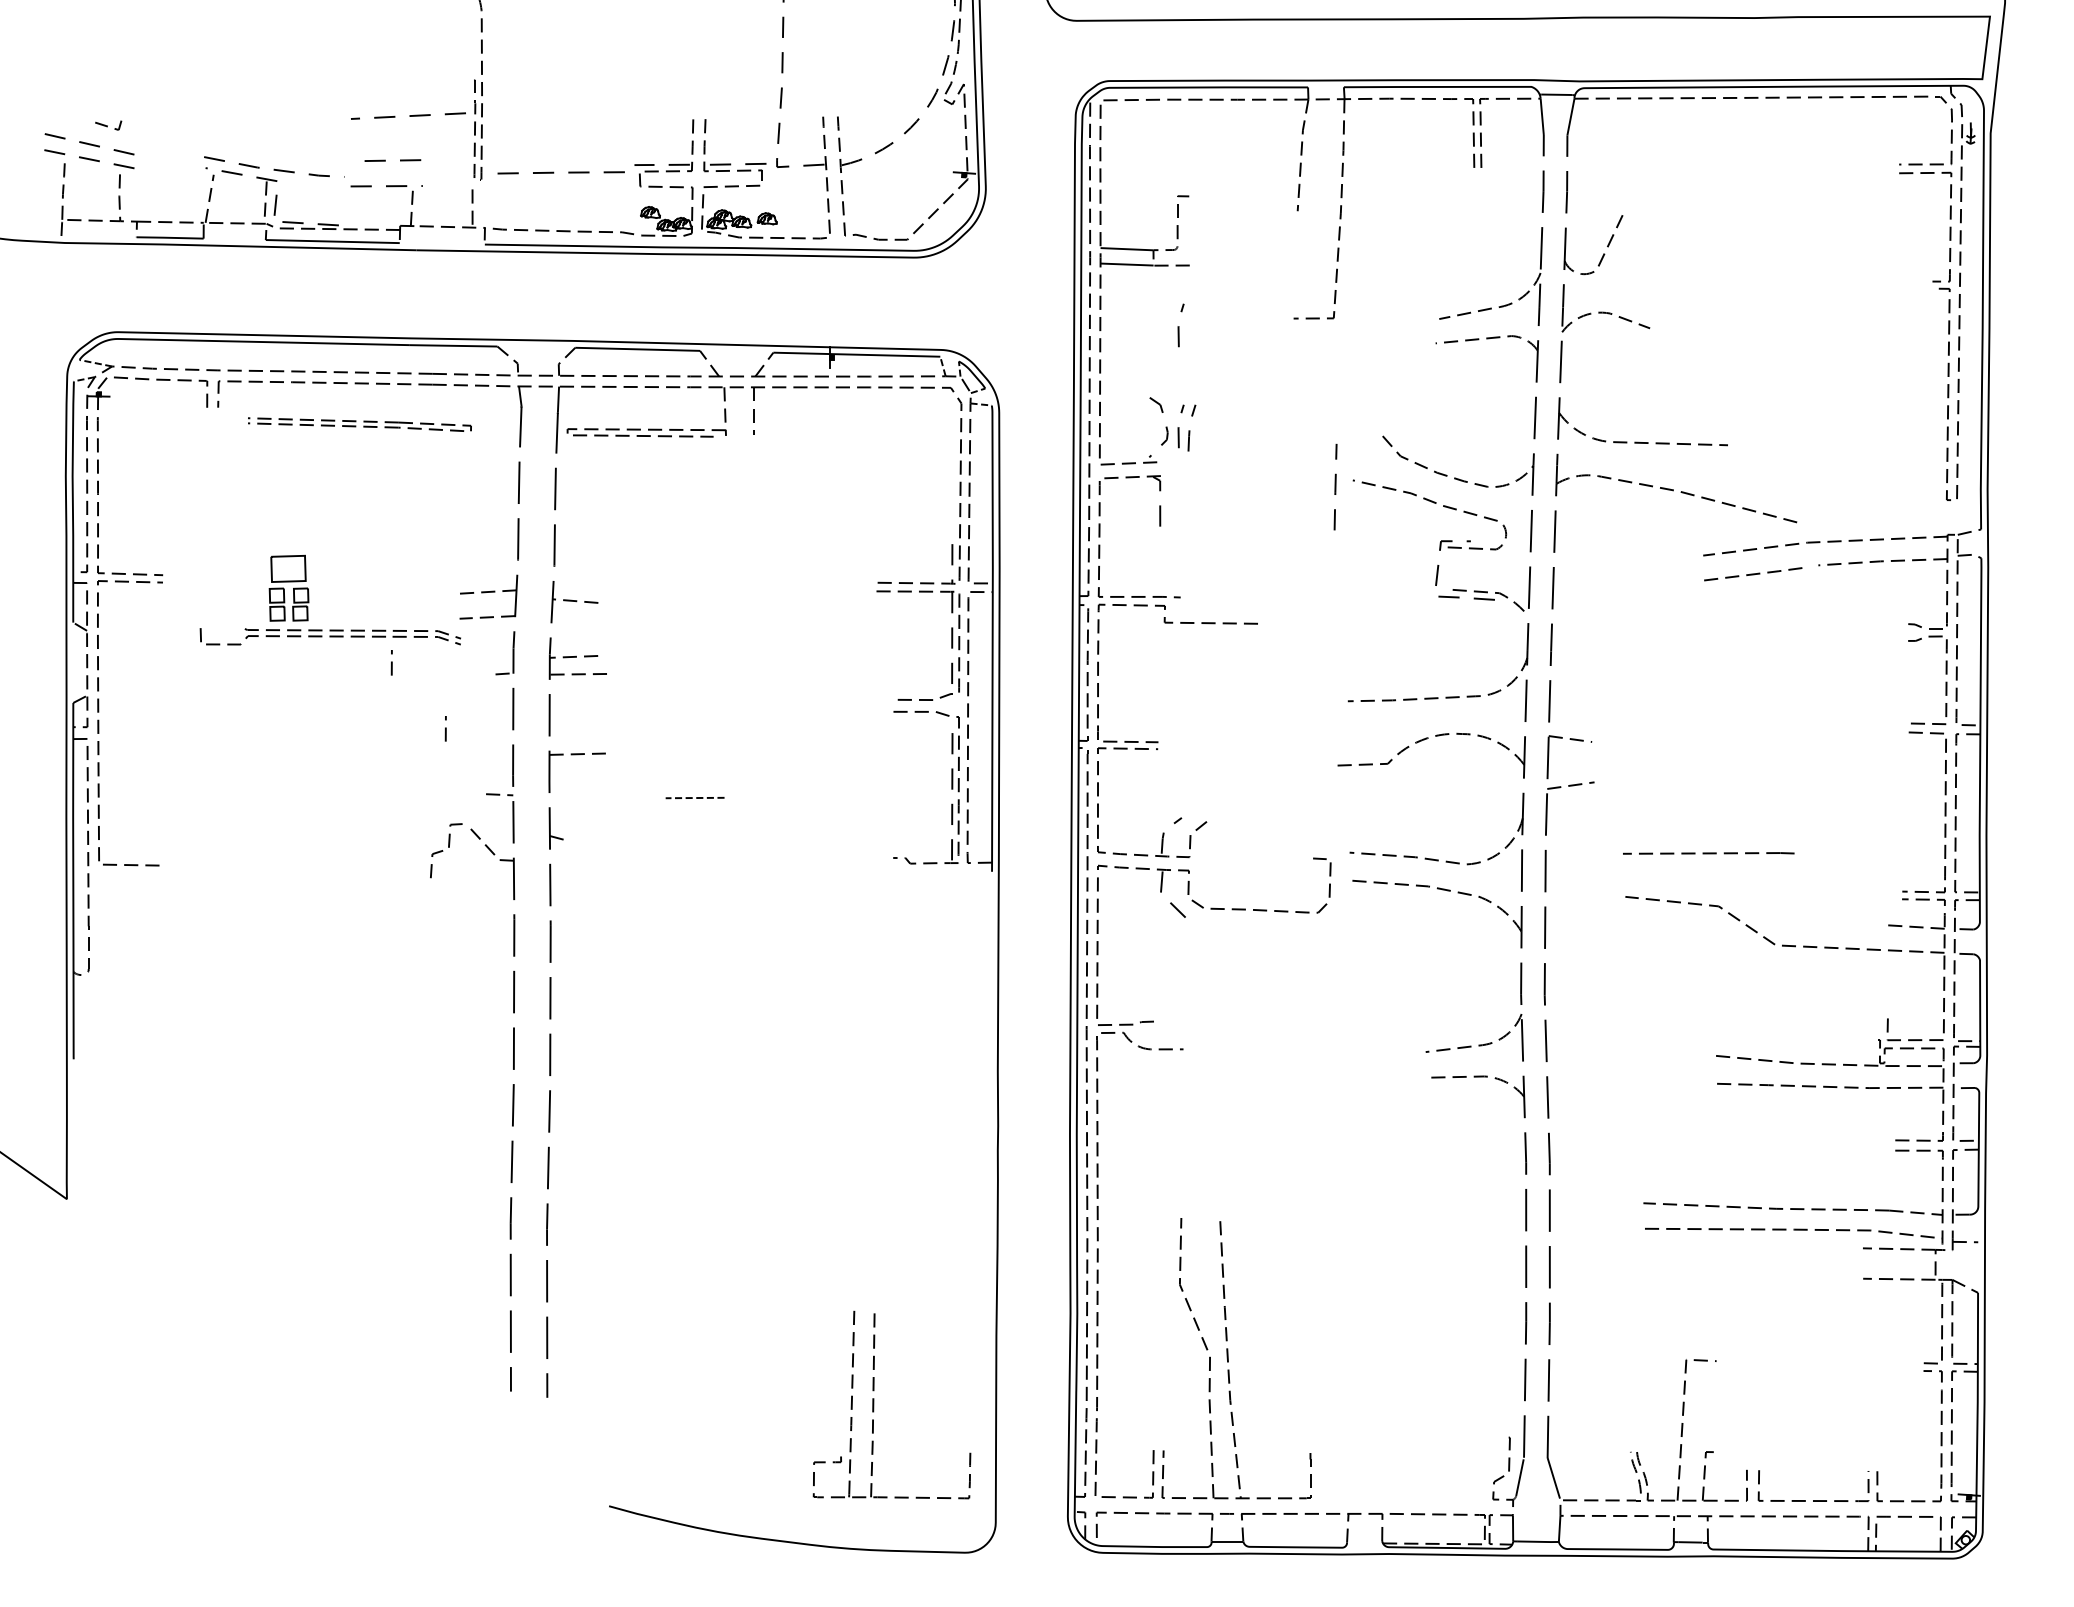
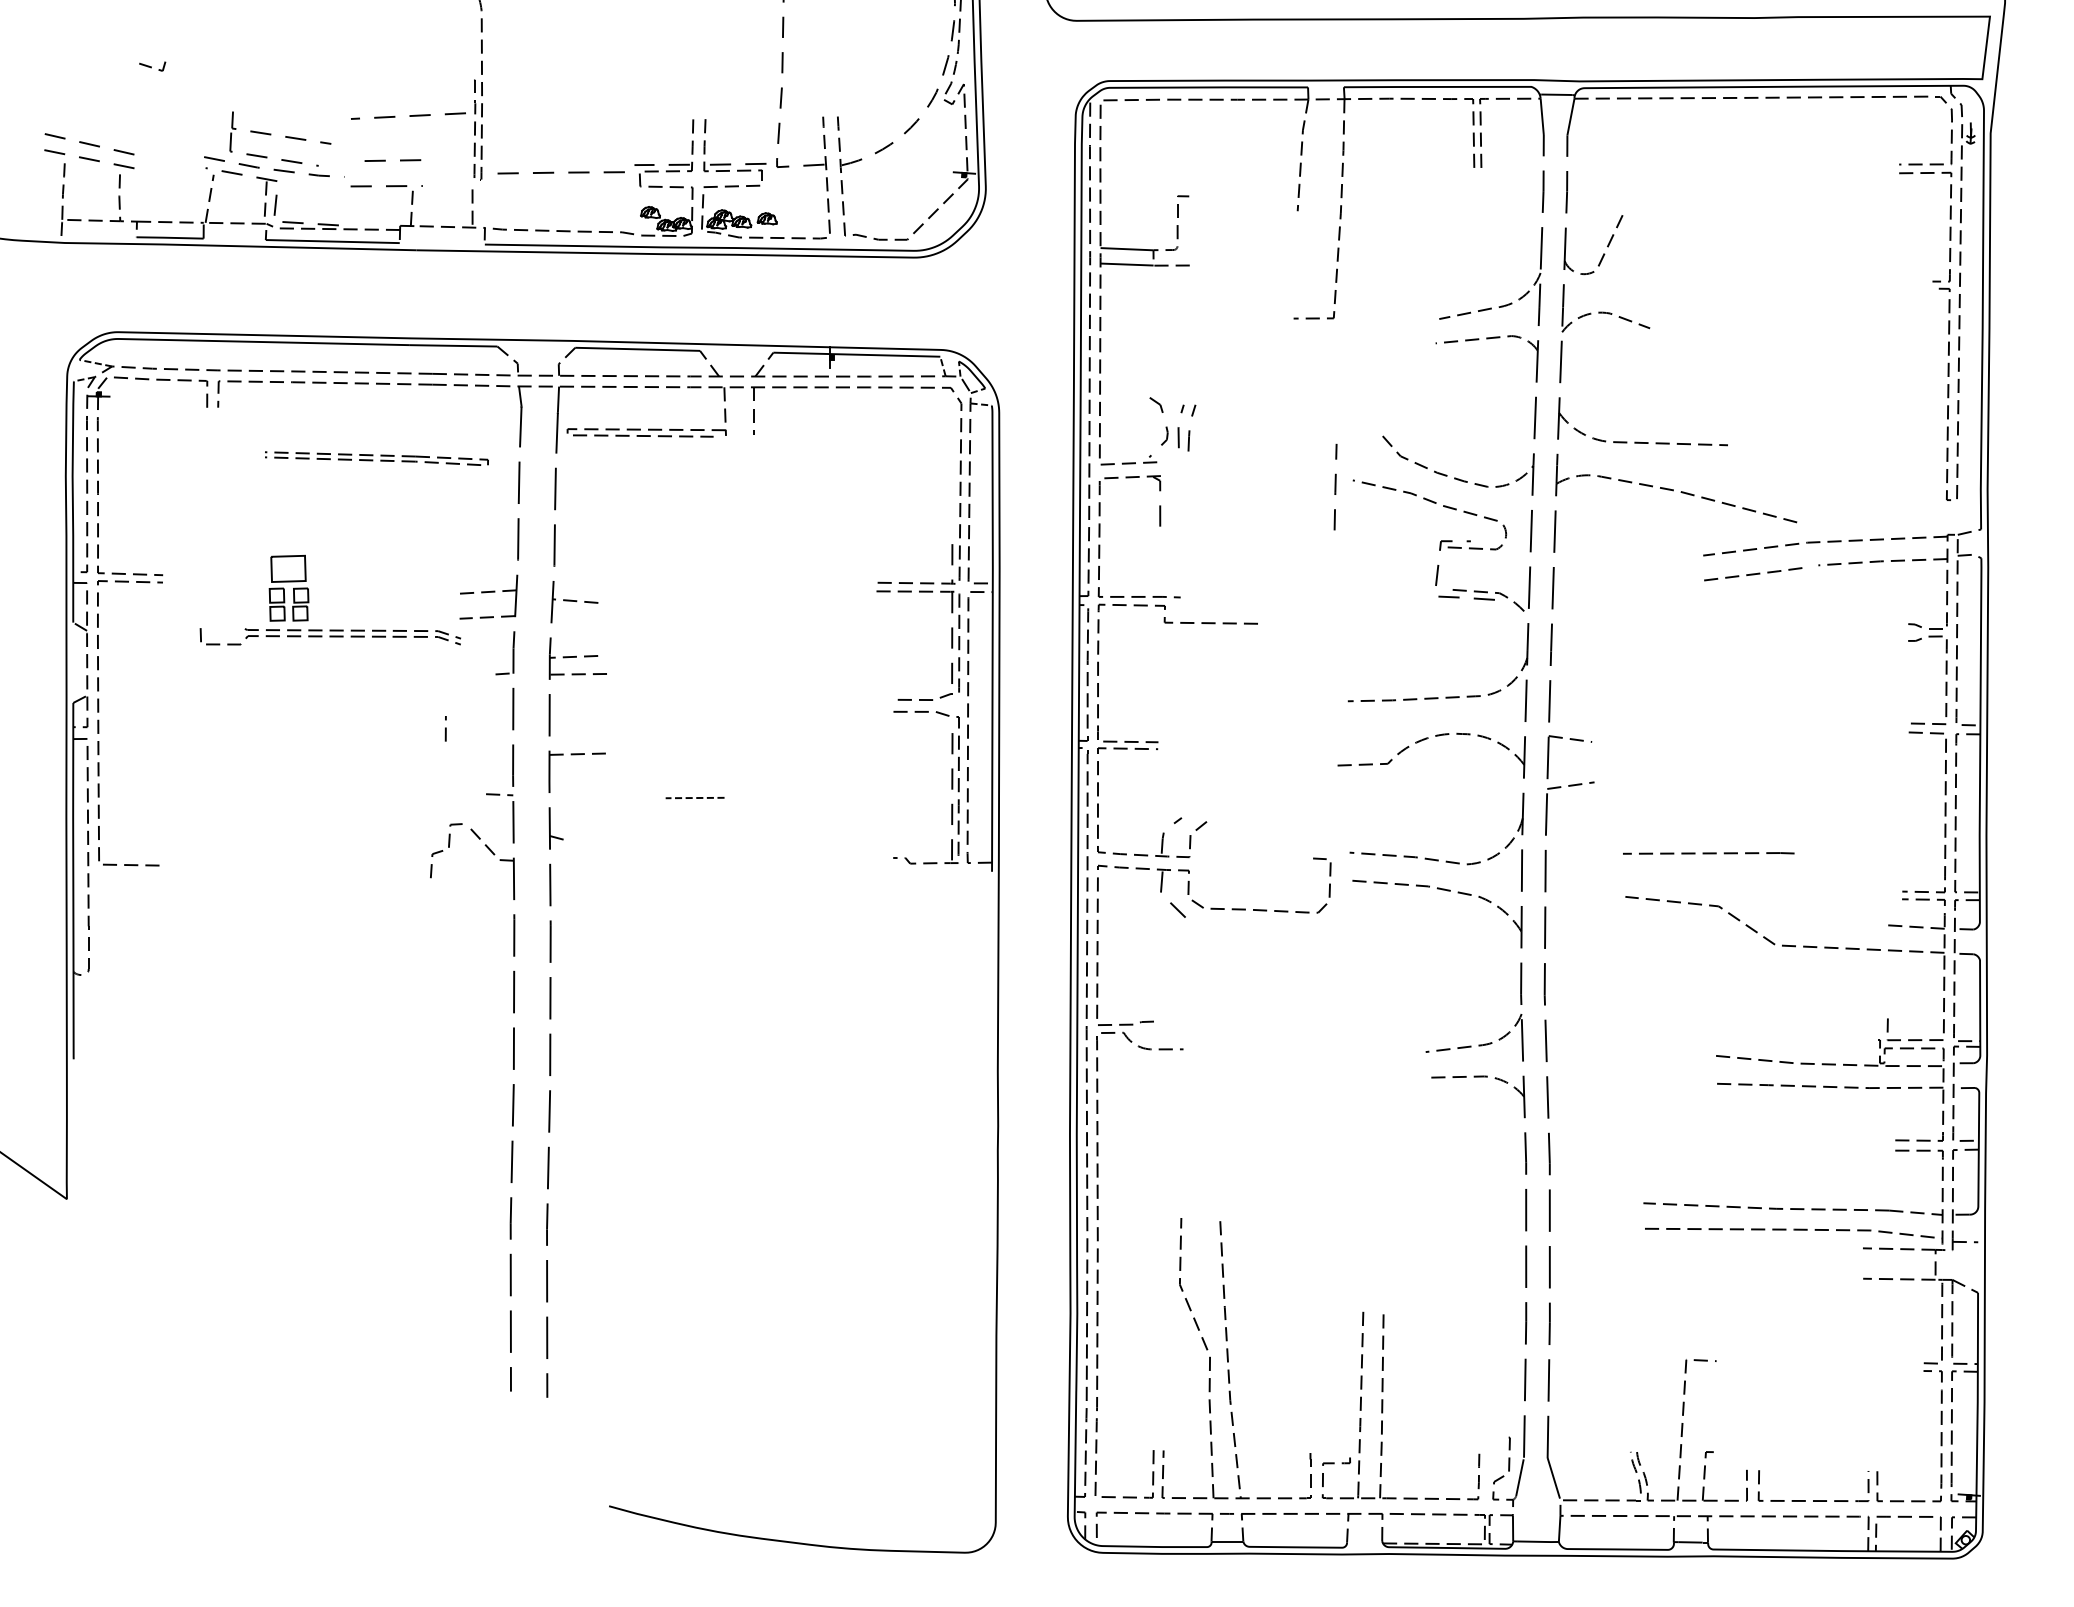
line at (107, 125) position: (107, 125) -> (151, 66)
part at (280, 138): none -> present
line at (1179, 326): present -> none
part at (359, 424) position: (359, 424) -> (376, 458)
line at (391, 662): present -> none
part at (874, 1404) position: (874, 1404) -> (1383, 1405)
